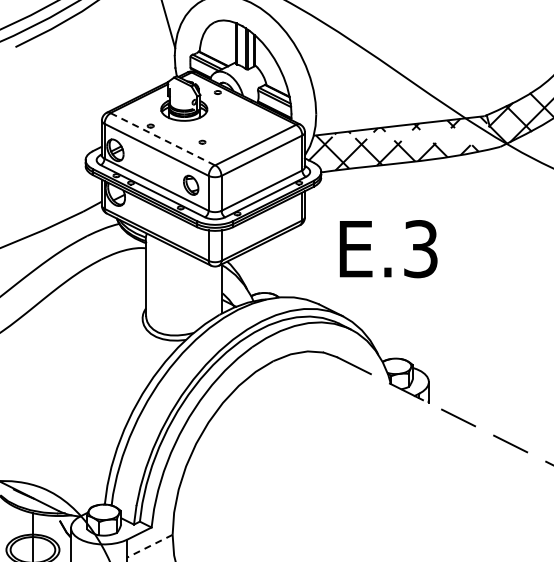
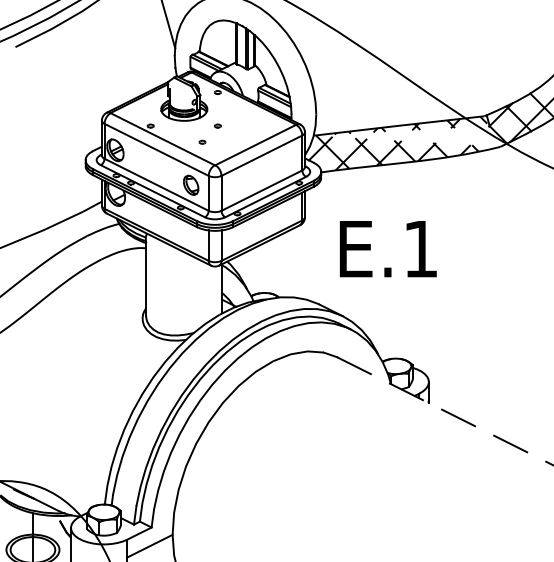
part at (217, 125): none -> present
line at (162, 139): dashed -> solid
text at (420, 249): E.3 -> E.1
line at (149, 546): dashed -> solid
